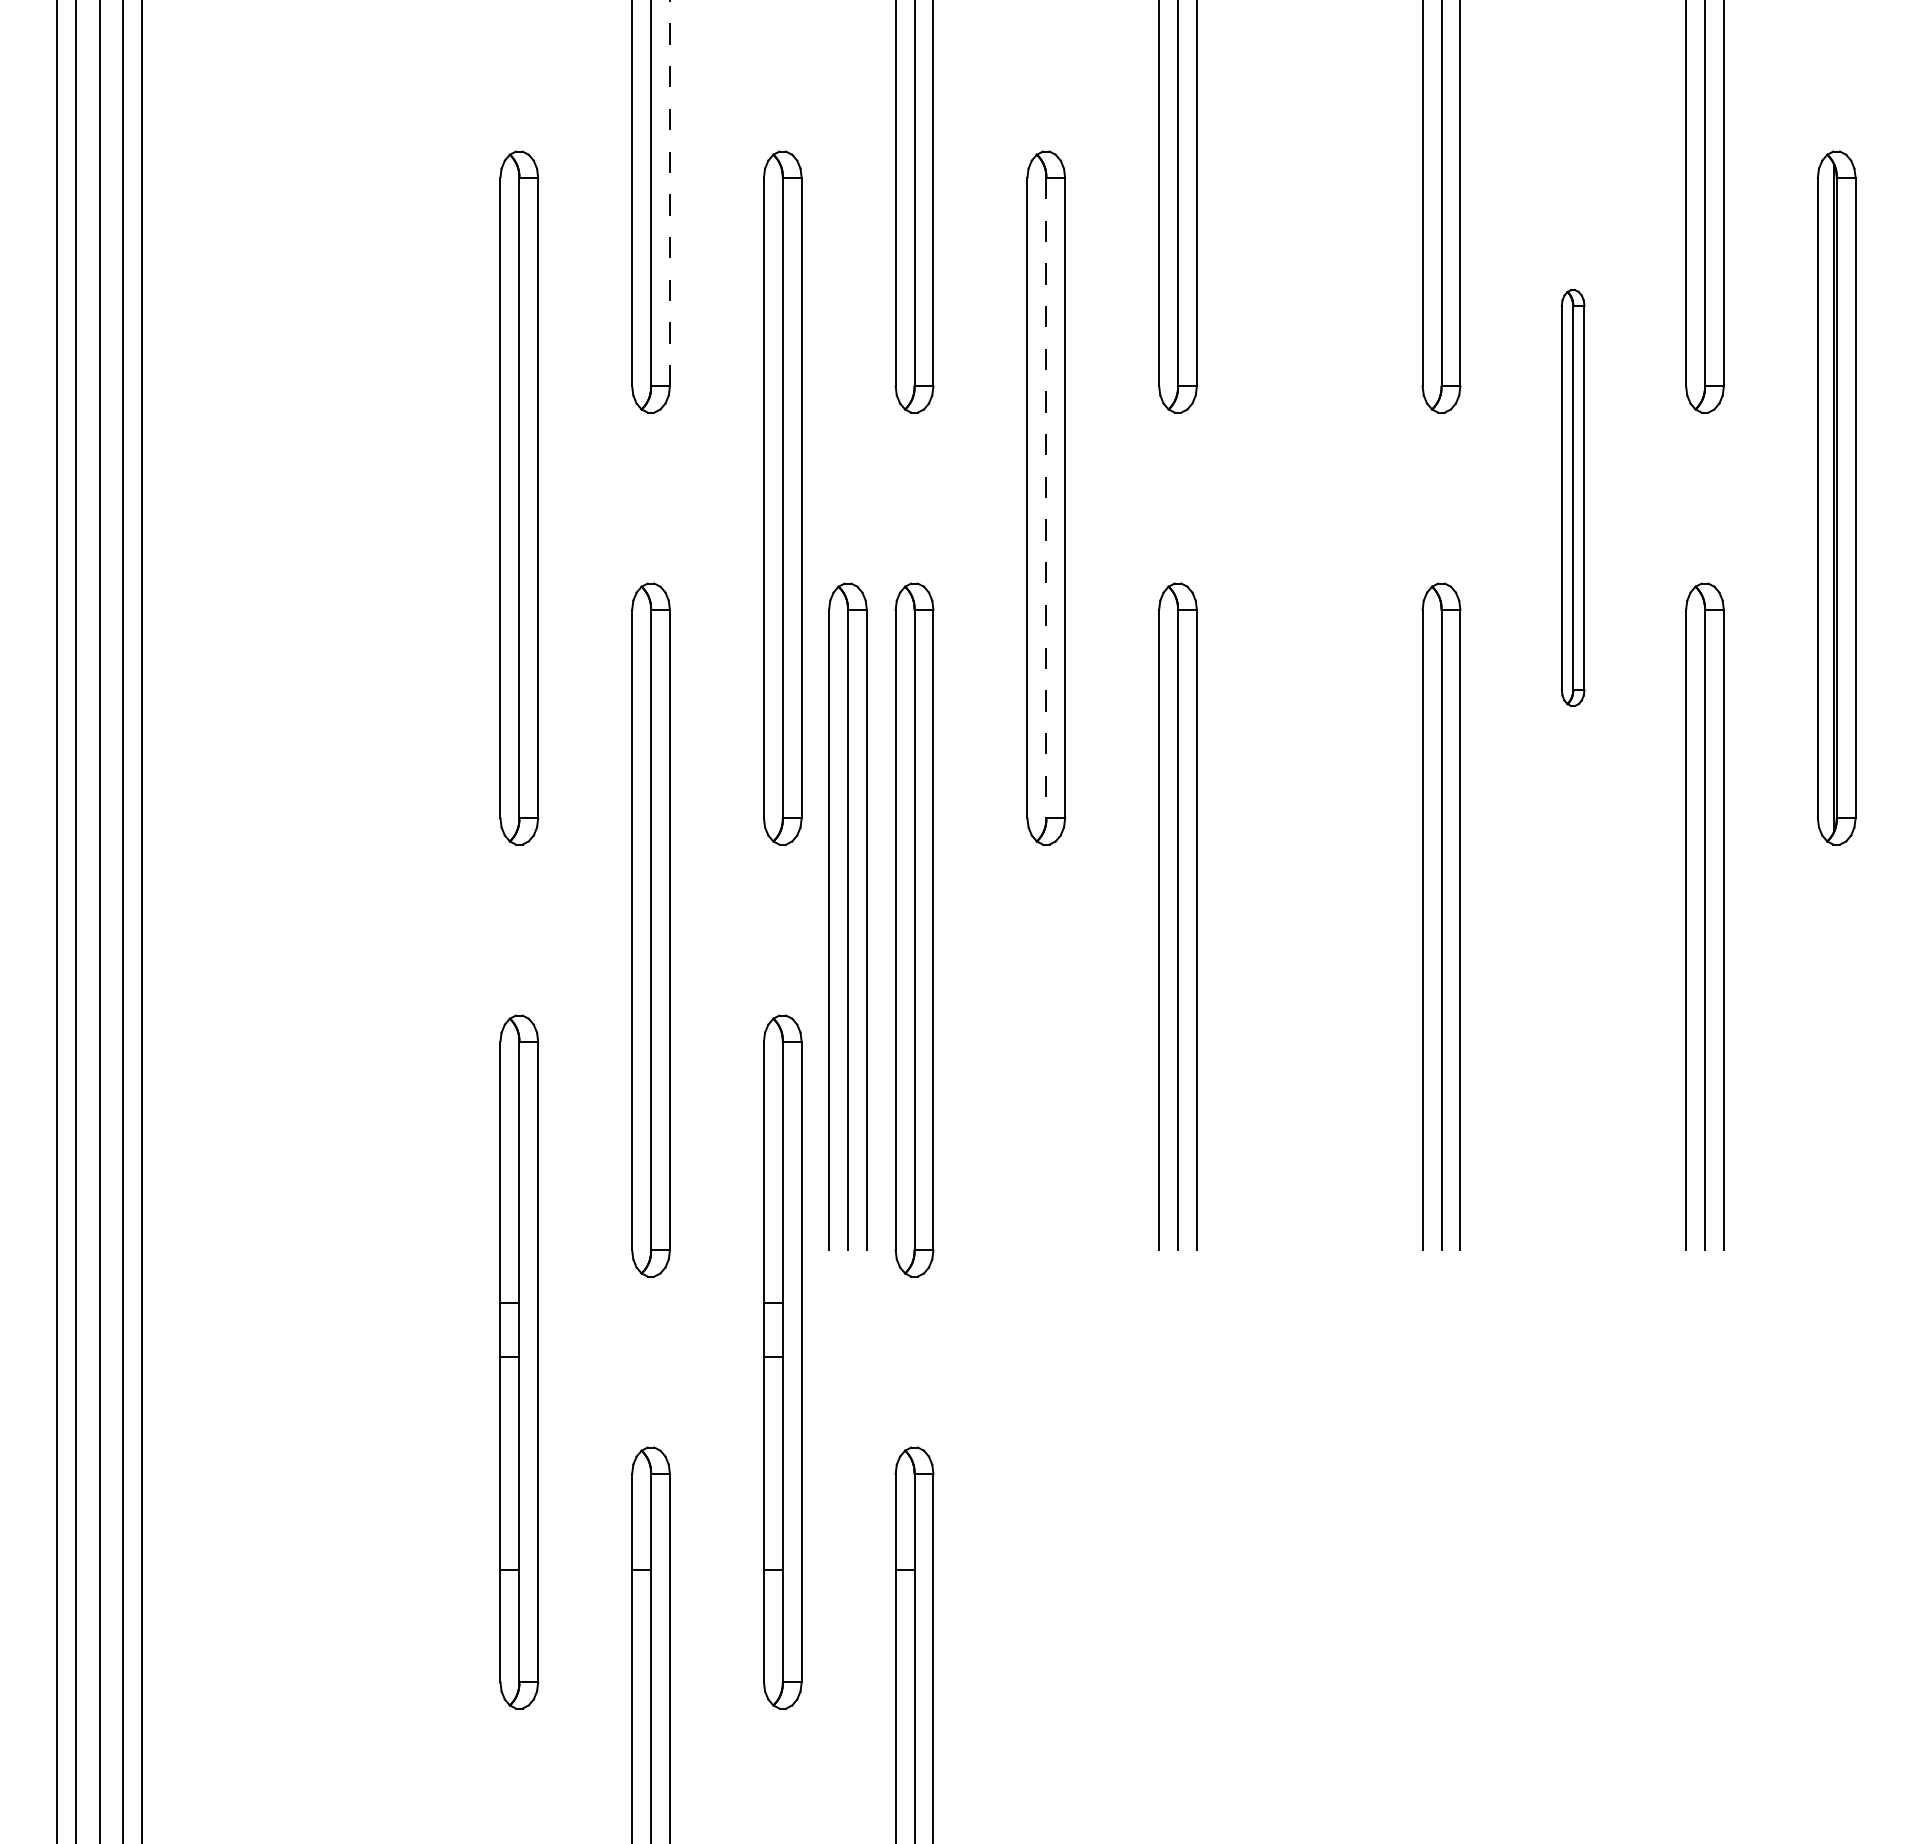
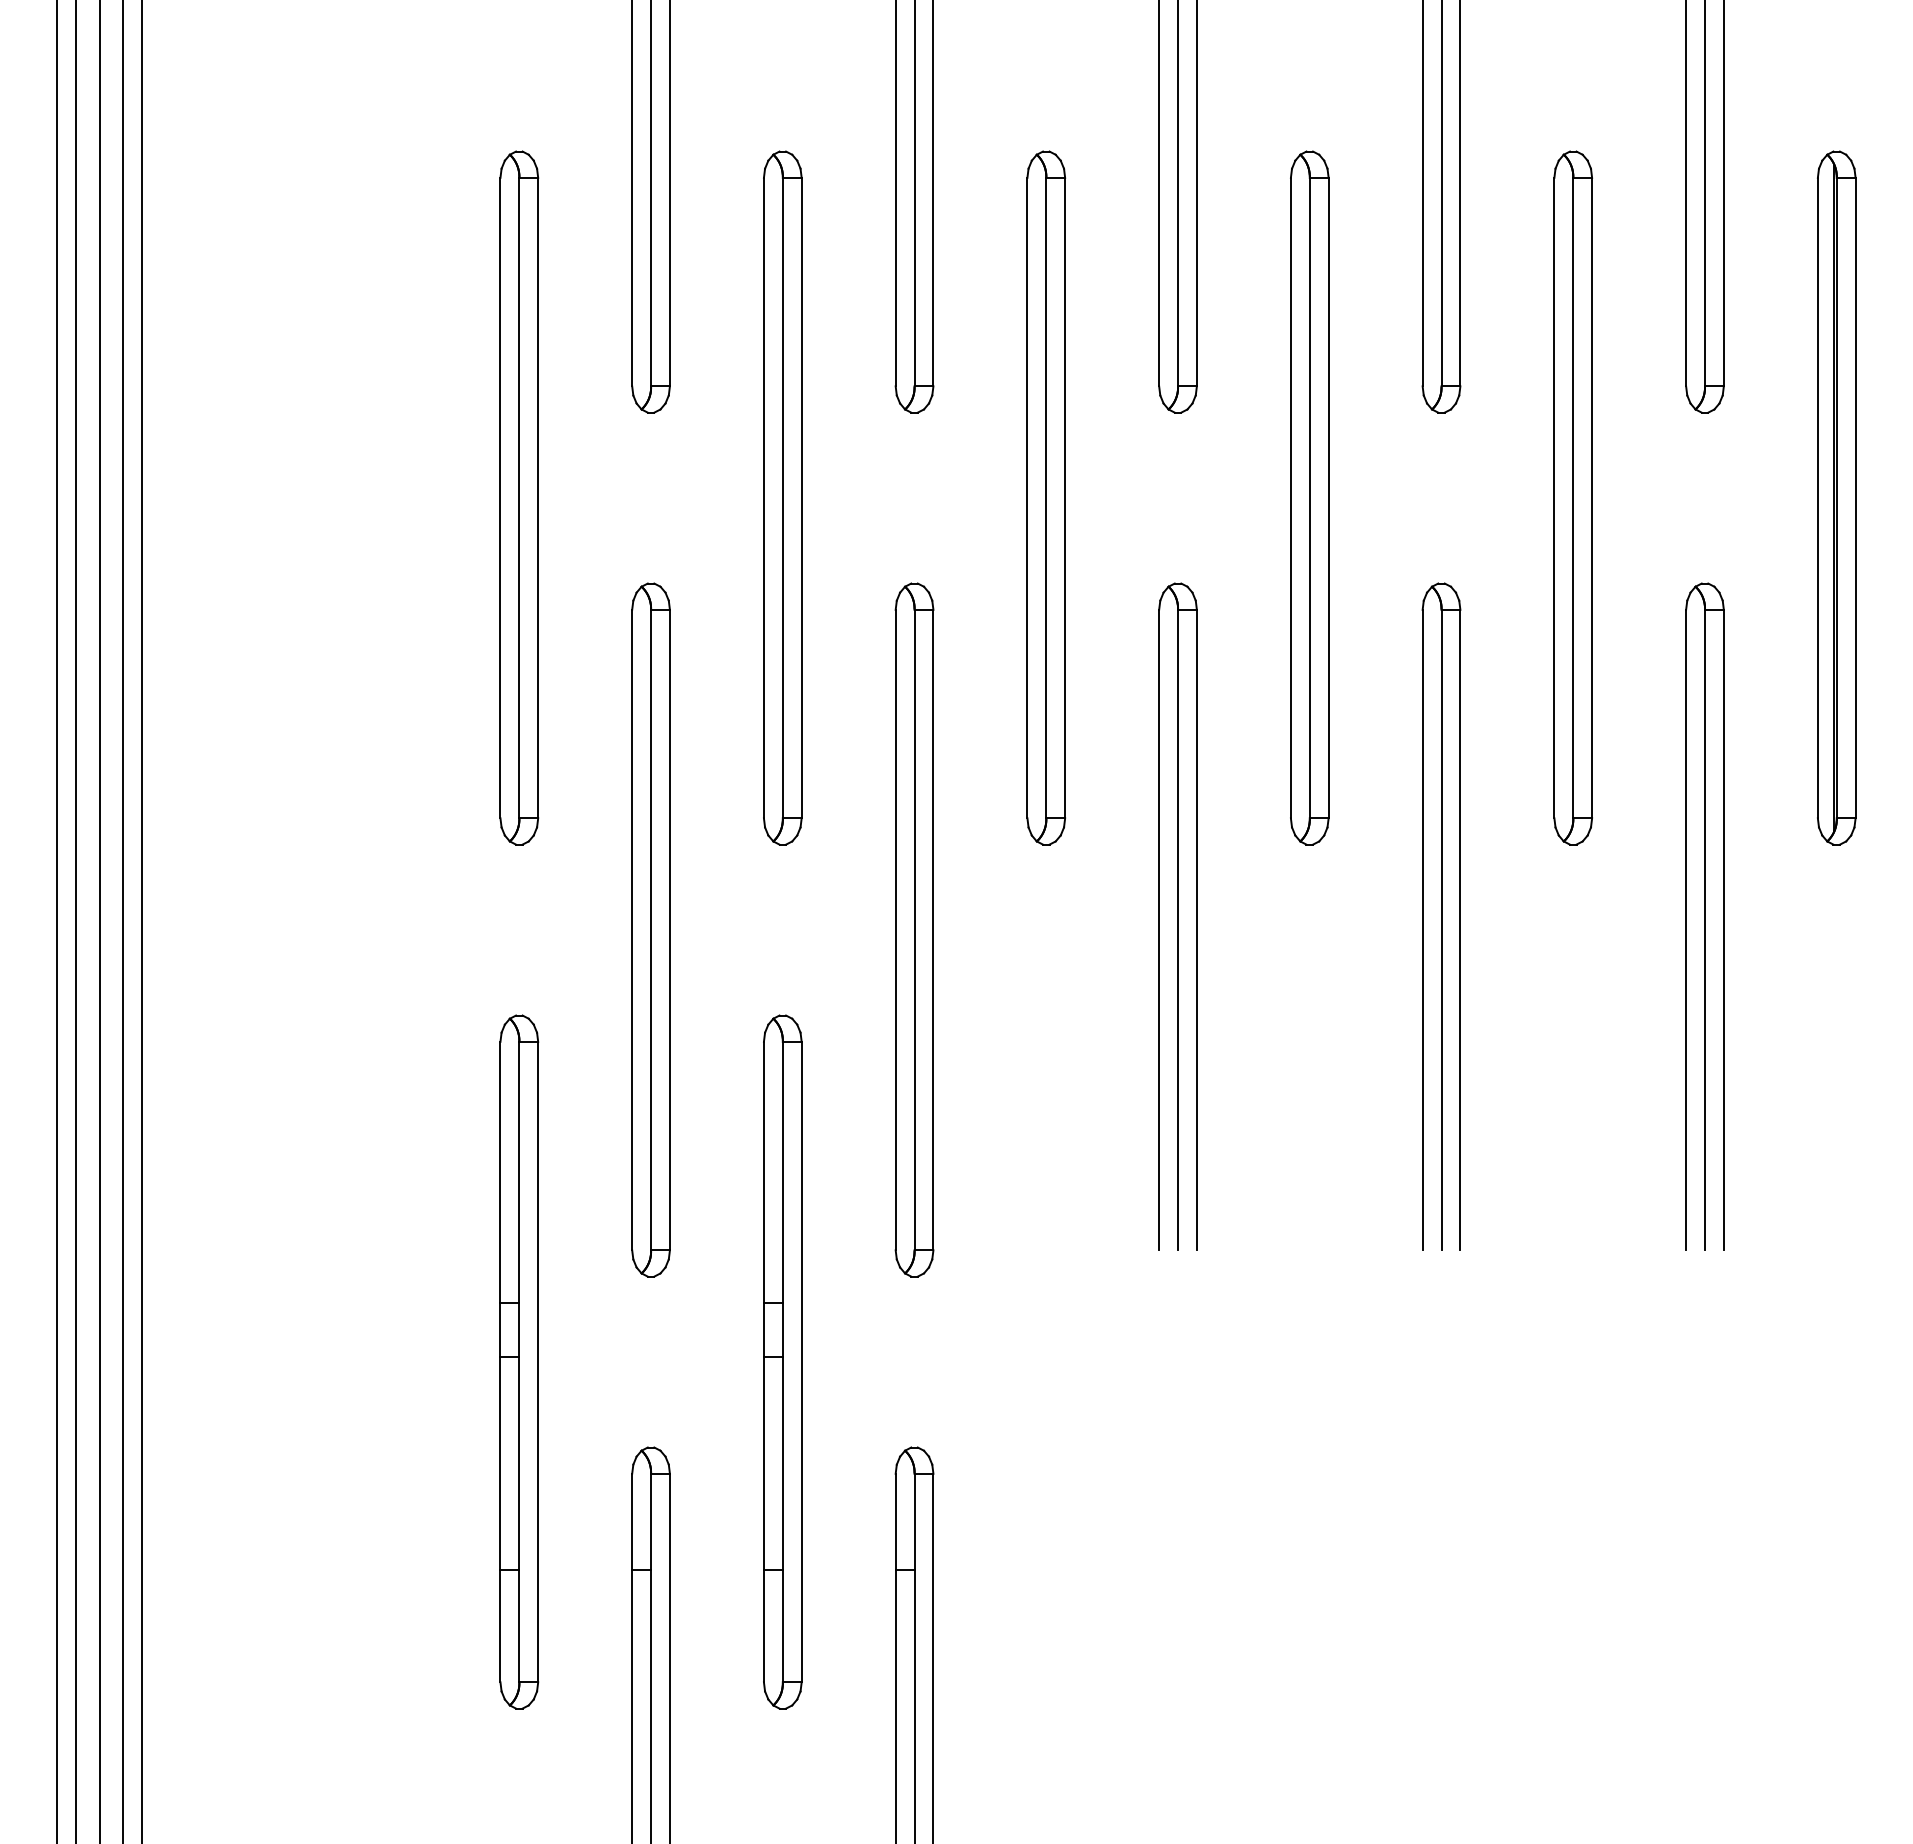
line at (669, 193): dashed -> solid
part at (1309, 497): none -> present
part at (1572, 497) size: 26x418 px -> 40x696 px
line at (1046, 498): dashed -> solid
part at (847, 916): present -> none
